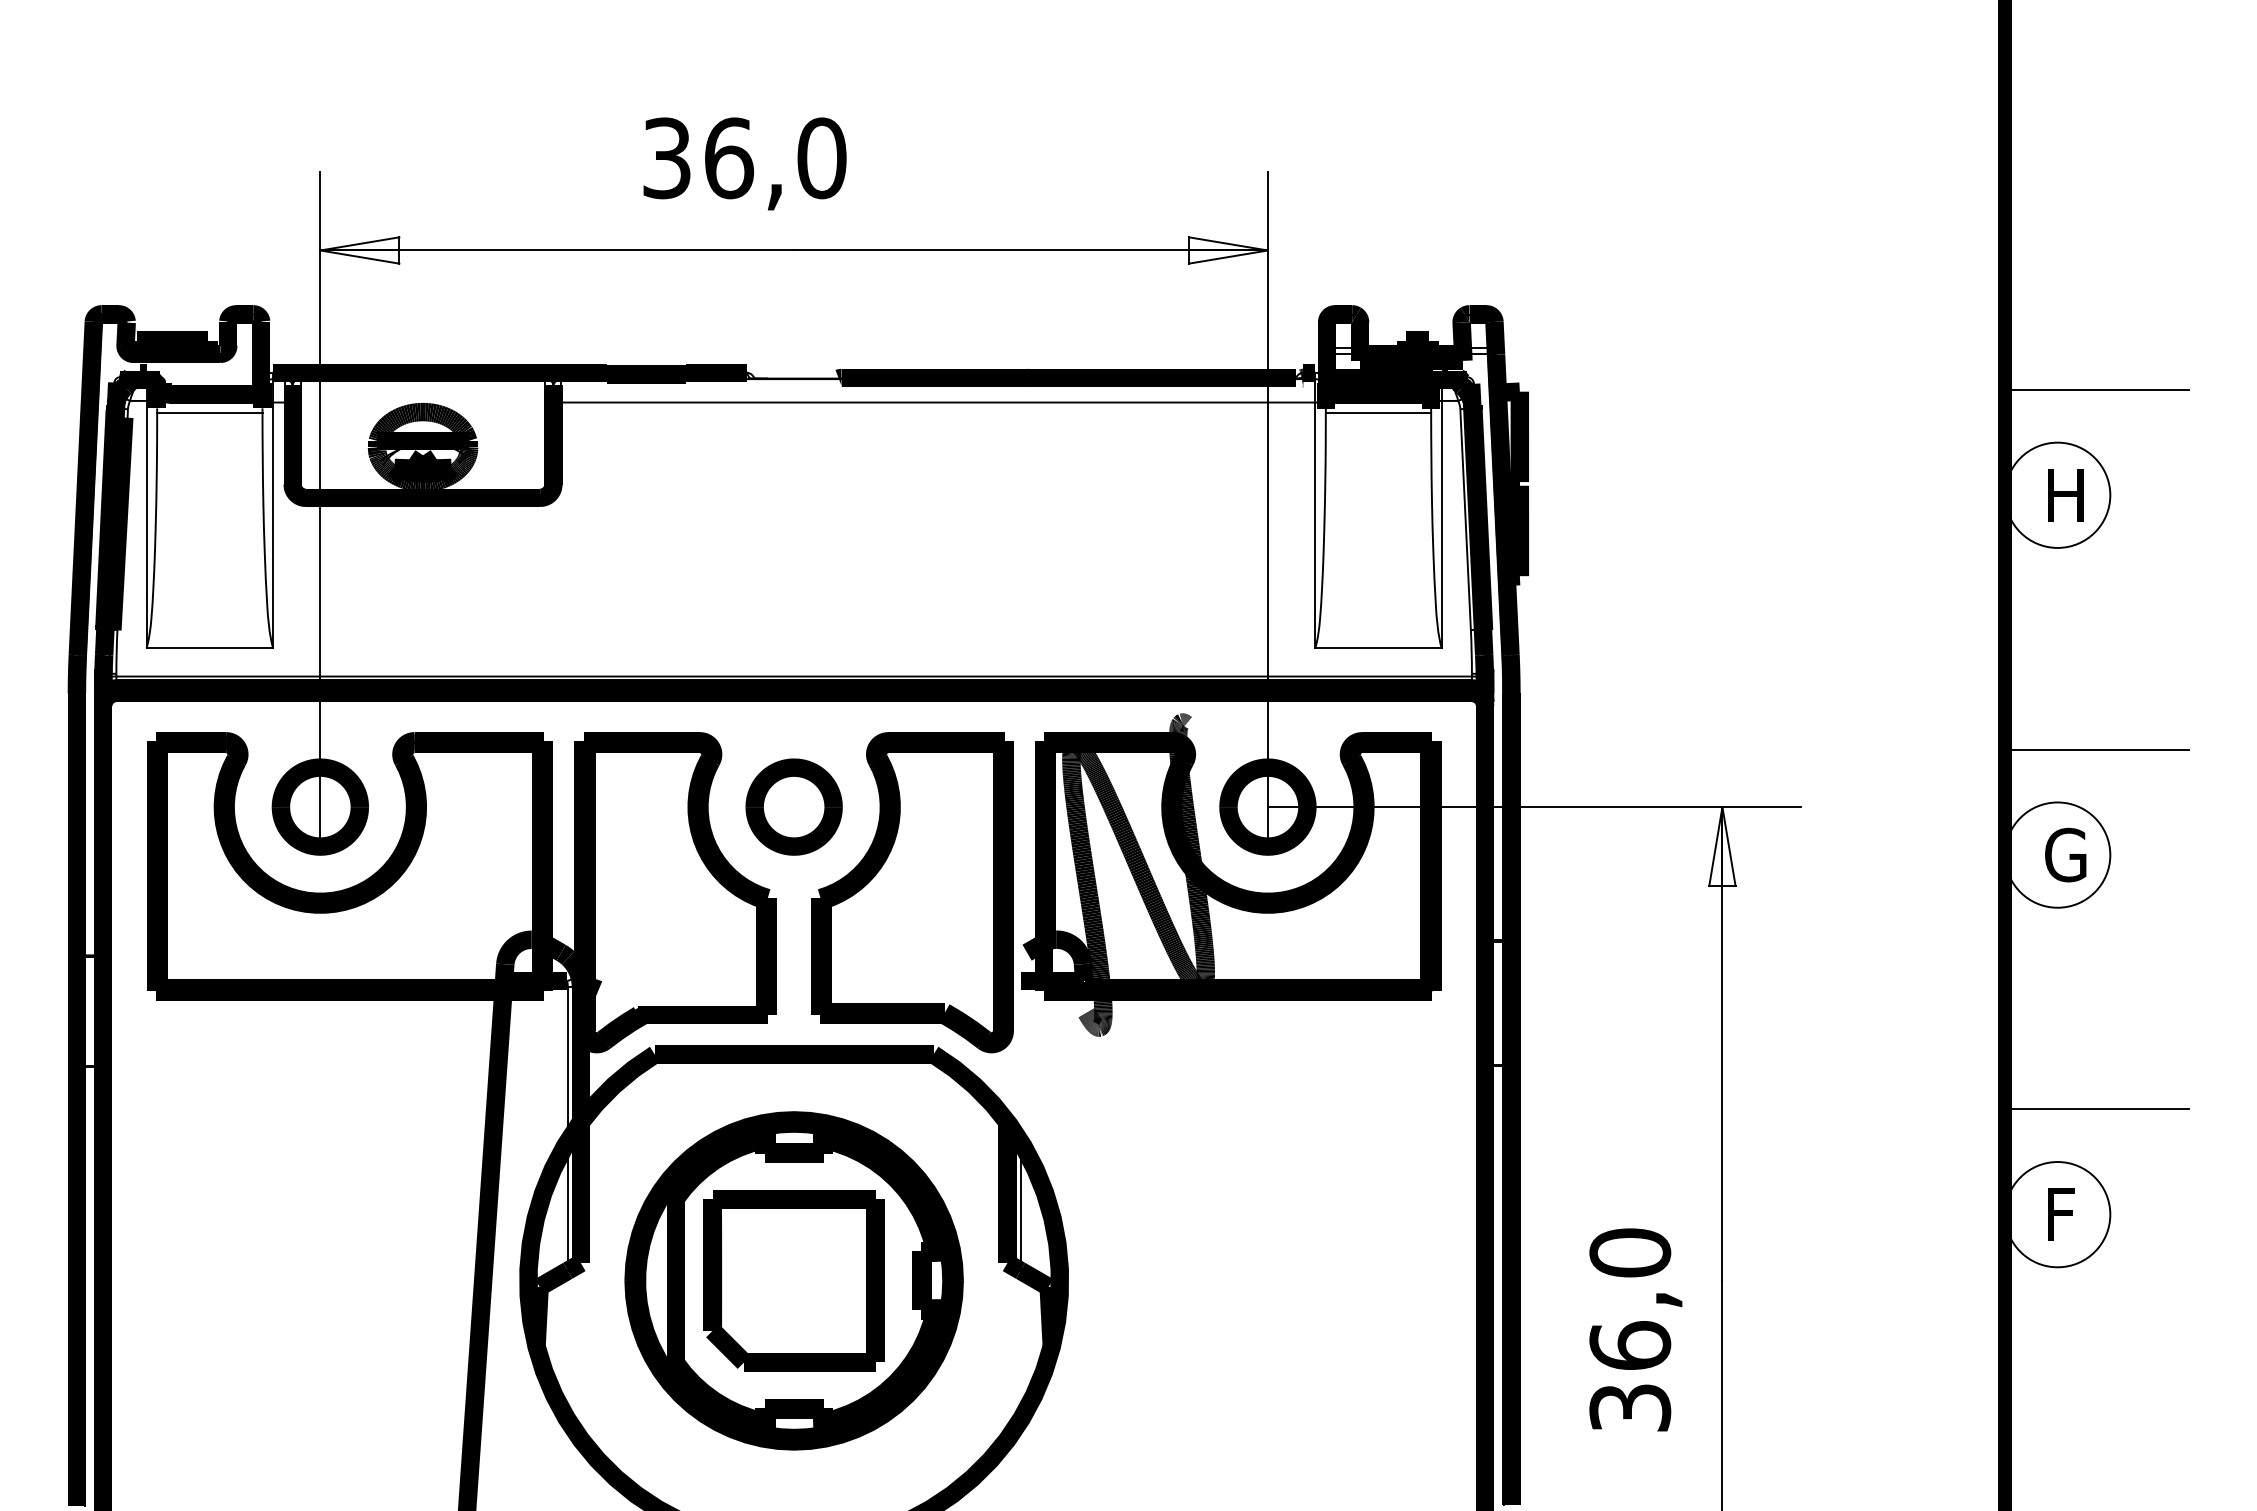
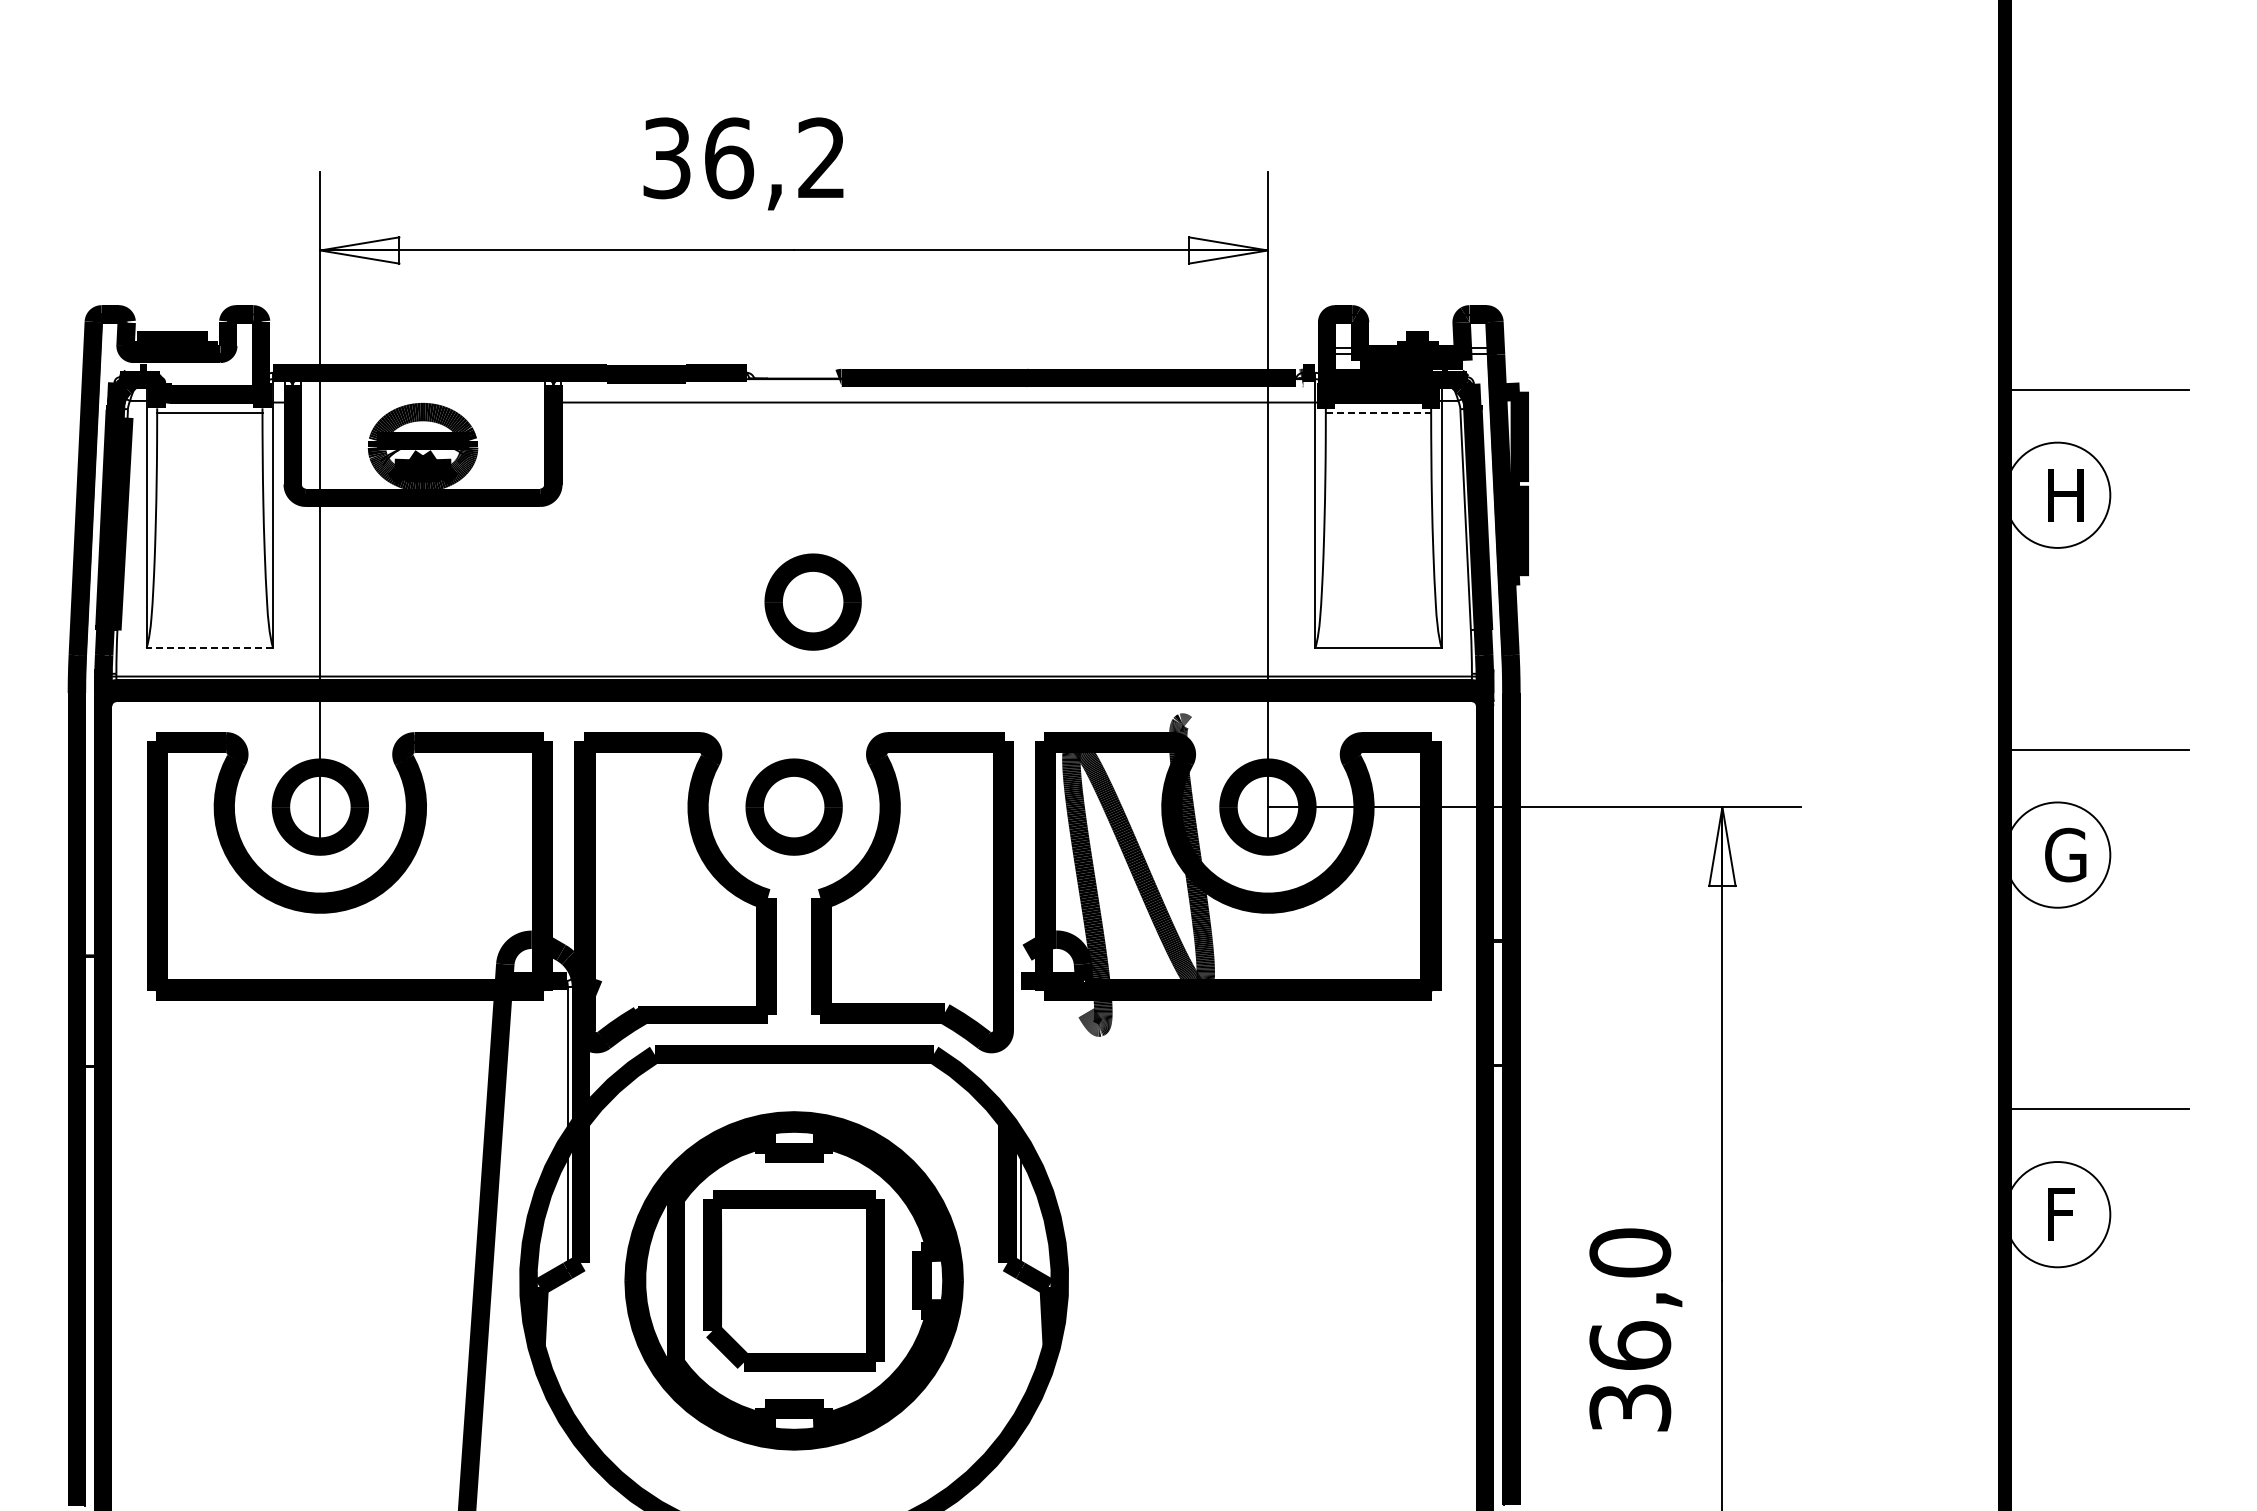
text at (821, 158): 36,0 -> 36,2
line at (1378, 413): solid -> dashed
part at (812, 601): none -> present
line at (209, 647): solid -> dashed
